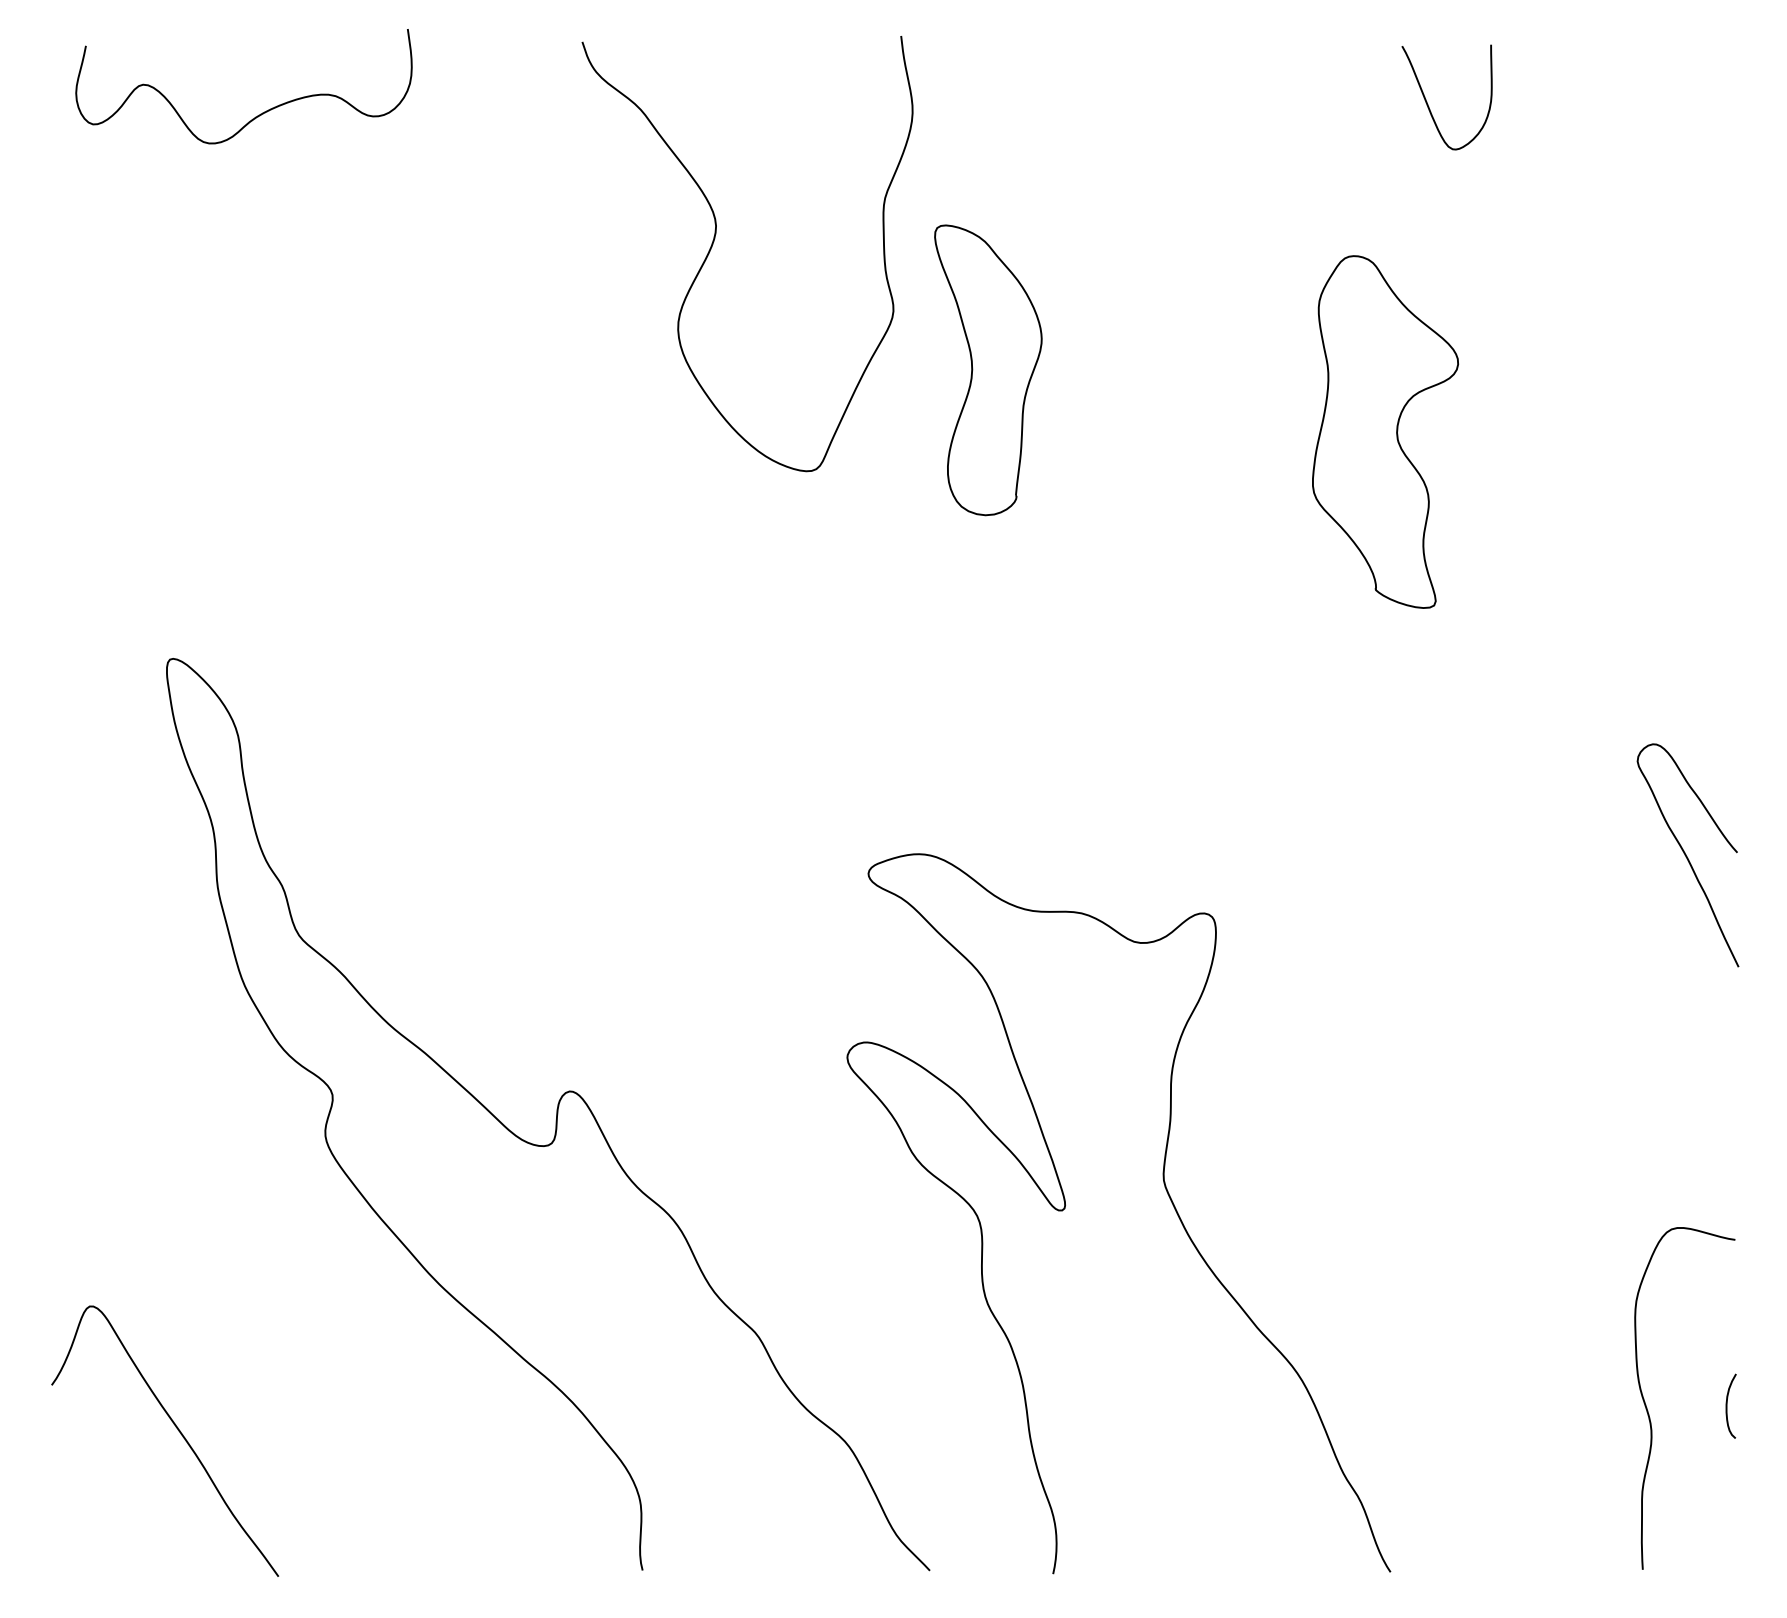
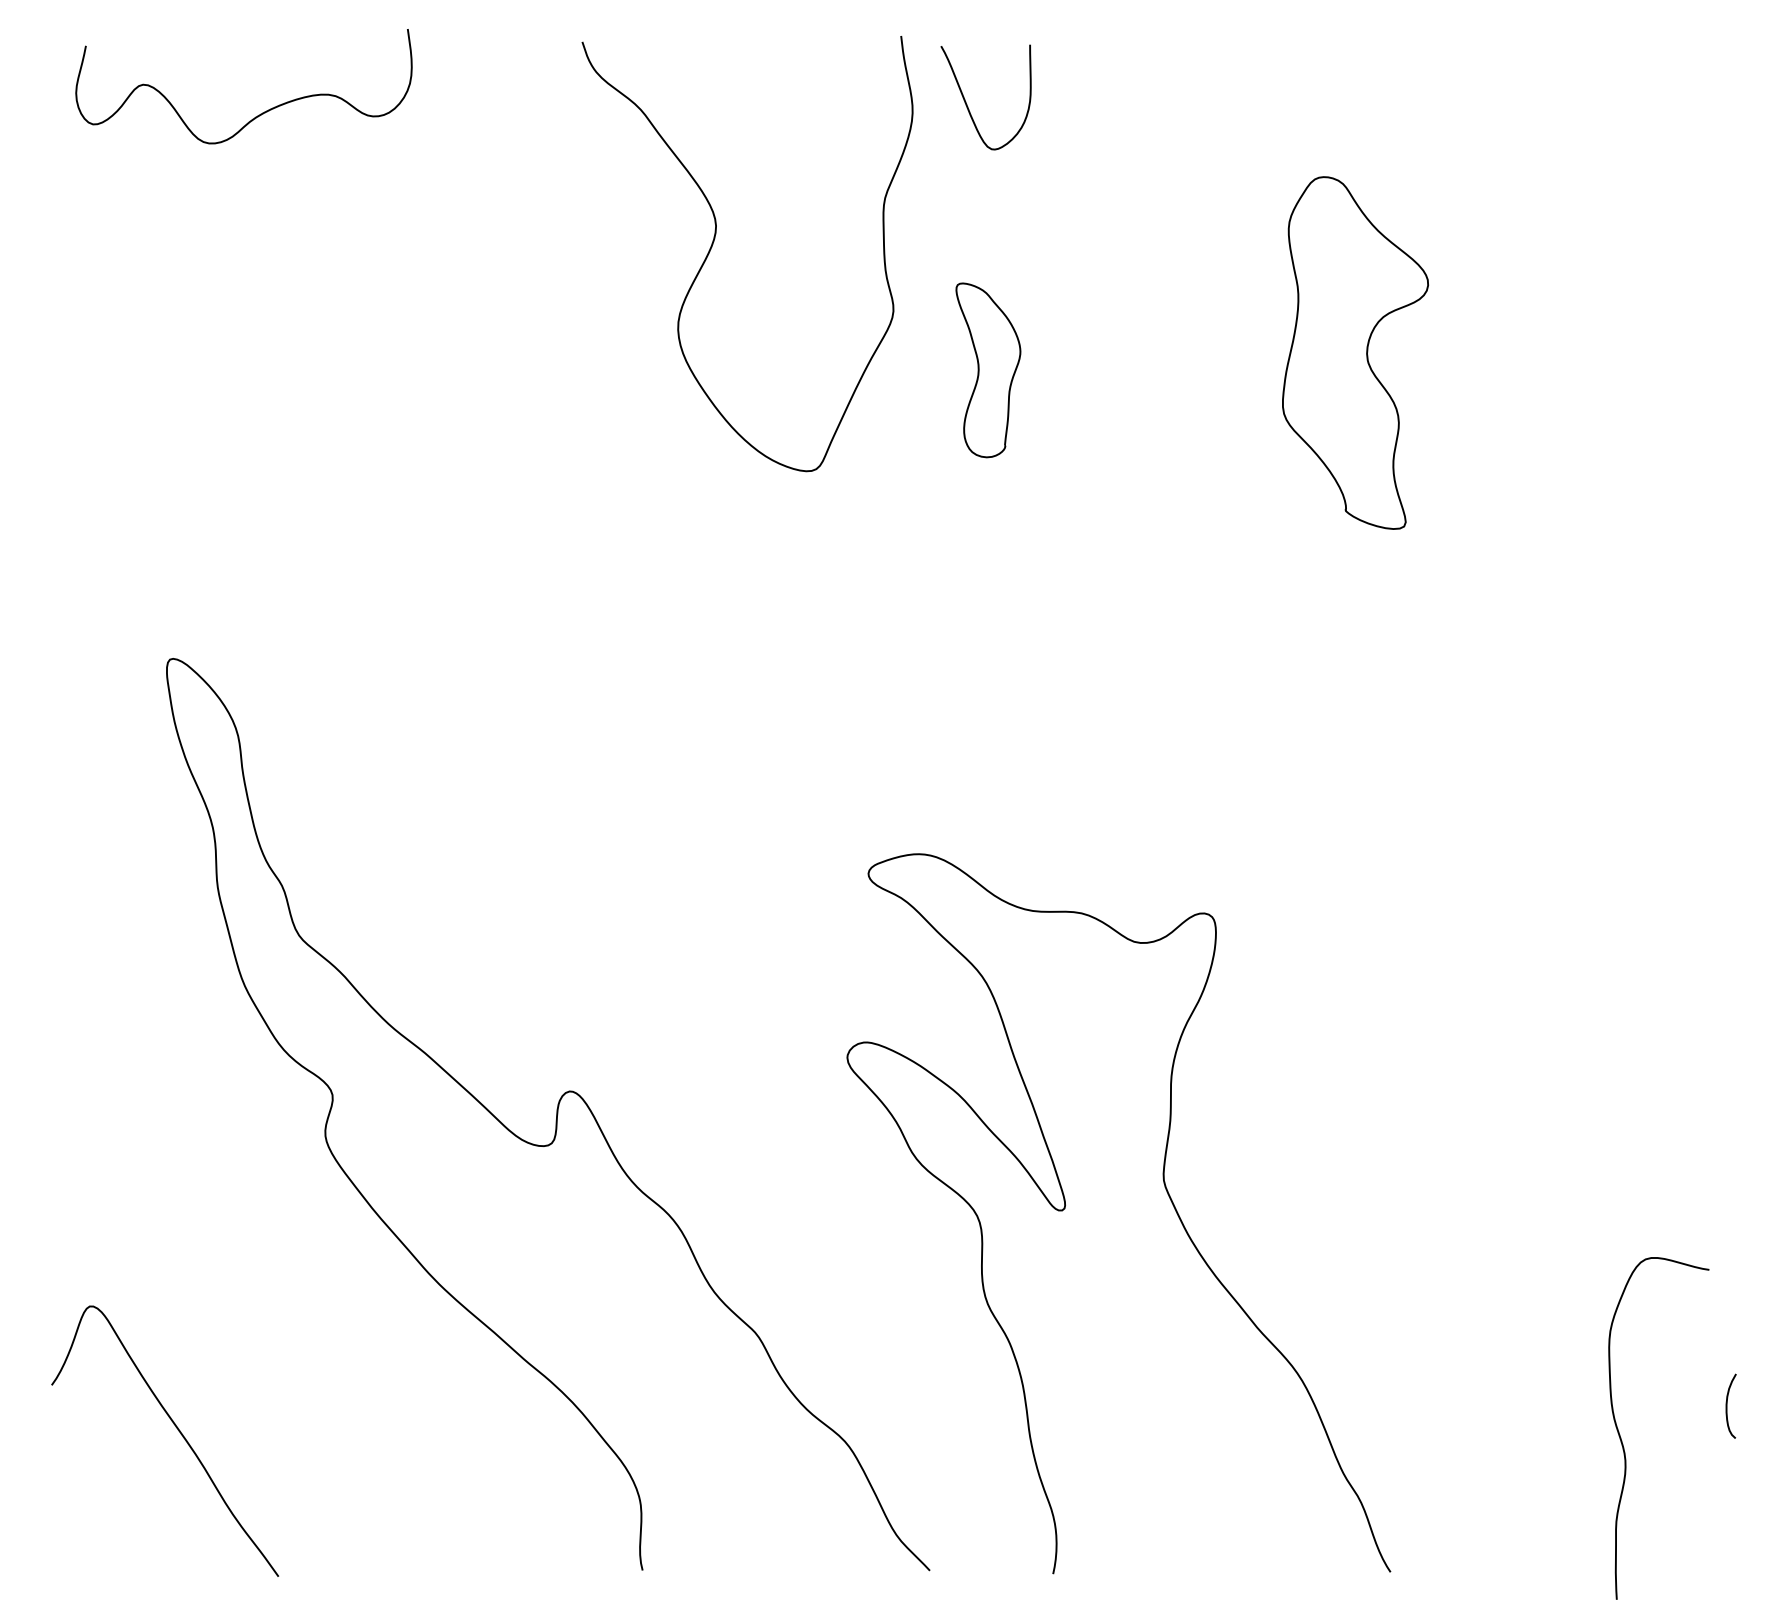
curve at (1429, 106) position: (1429, 106) -> (968, 106)
part at (988, 370) size: 109x293 px -> 67x177 px
part at (1385, 431) position: (1385, 431) -> (1355, 352)
curve at (1686, 855): present -> none
curve at (1648, 1410) position: (1648, 1410) -> (1622, 1440)
